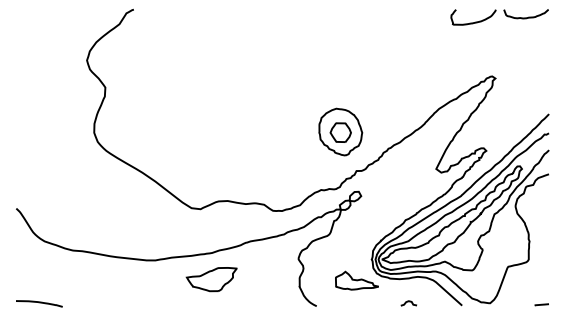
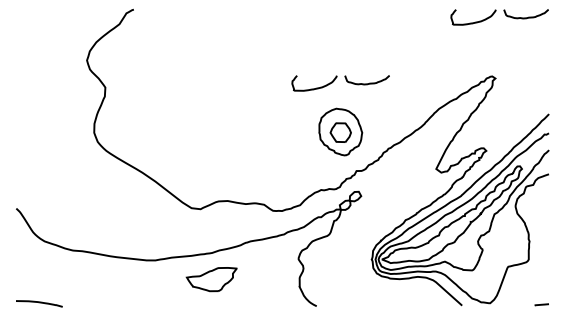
part at (334, 81): none -> present
part at (356, 280): present -> none
curve at (408, 302): present -> none
